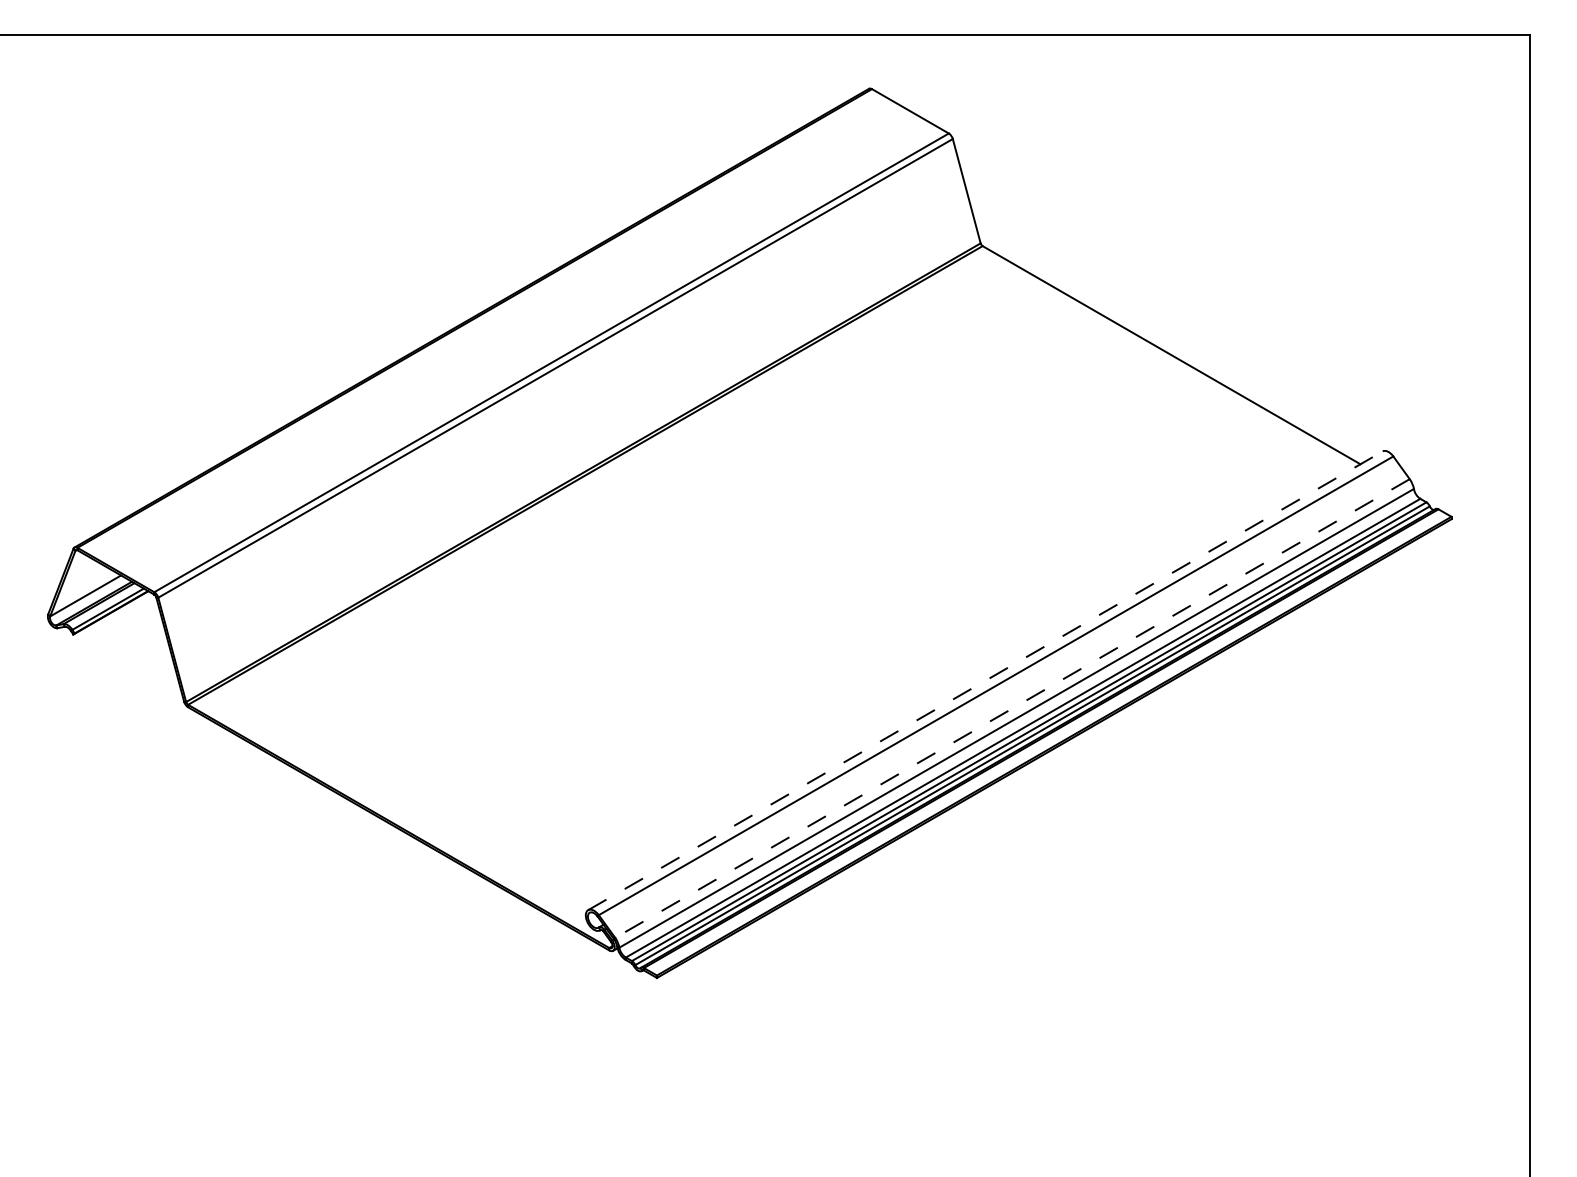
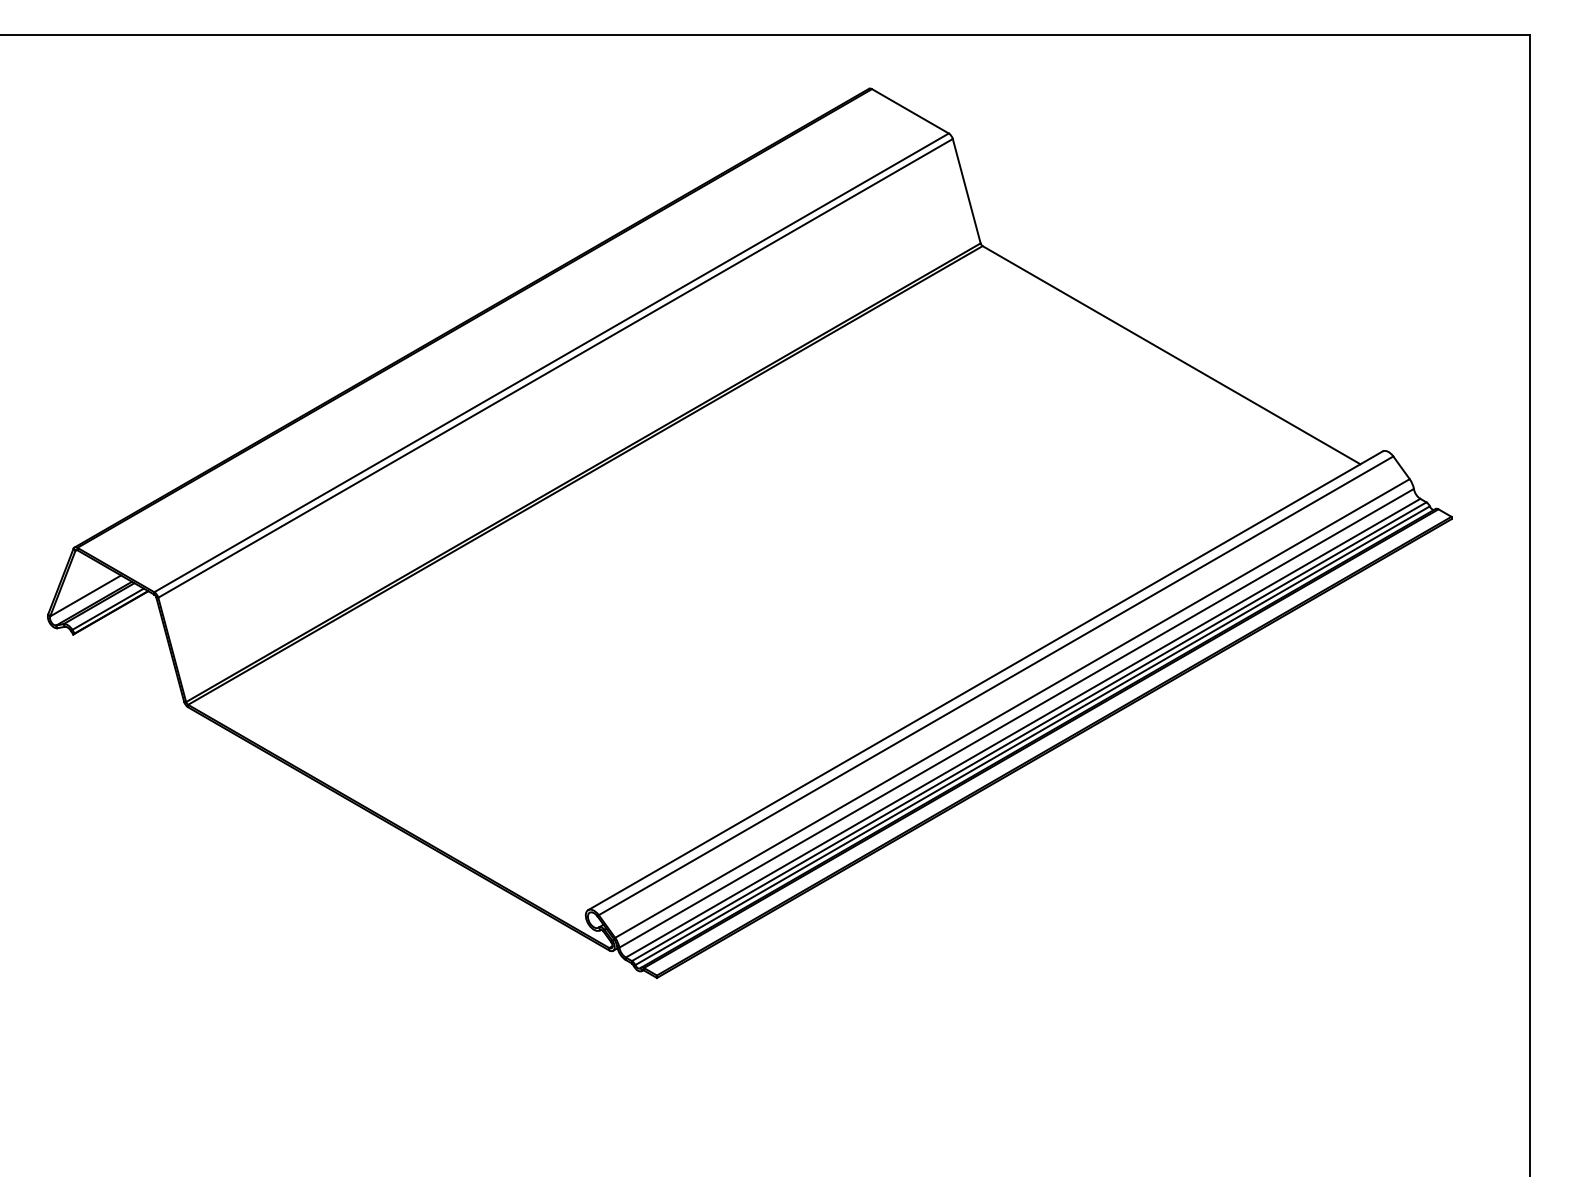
line at (985, 680): dashed -> solid
line at (1012, 708): dashed -> solid
